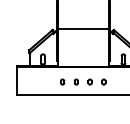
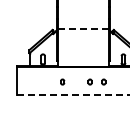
line at (83, 29): solid -> dashed
part at (75, 81): present -> none
line at (73, 94): solid -> dashed
